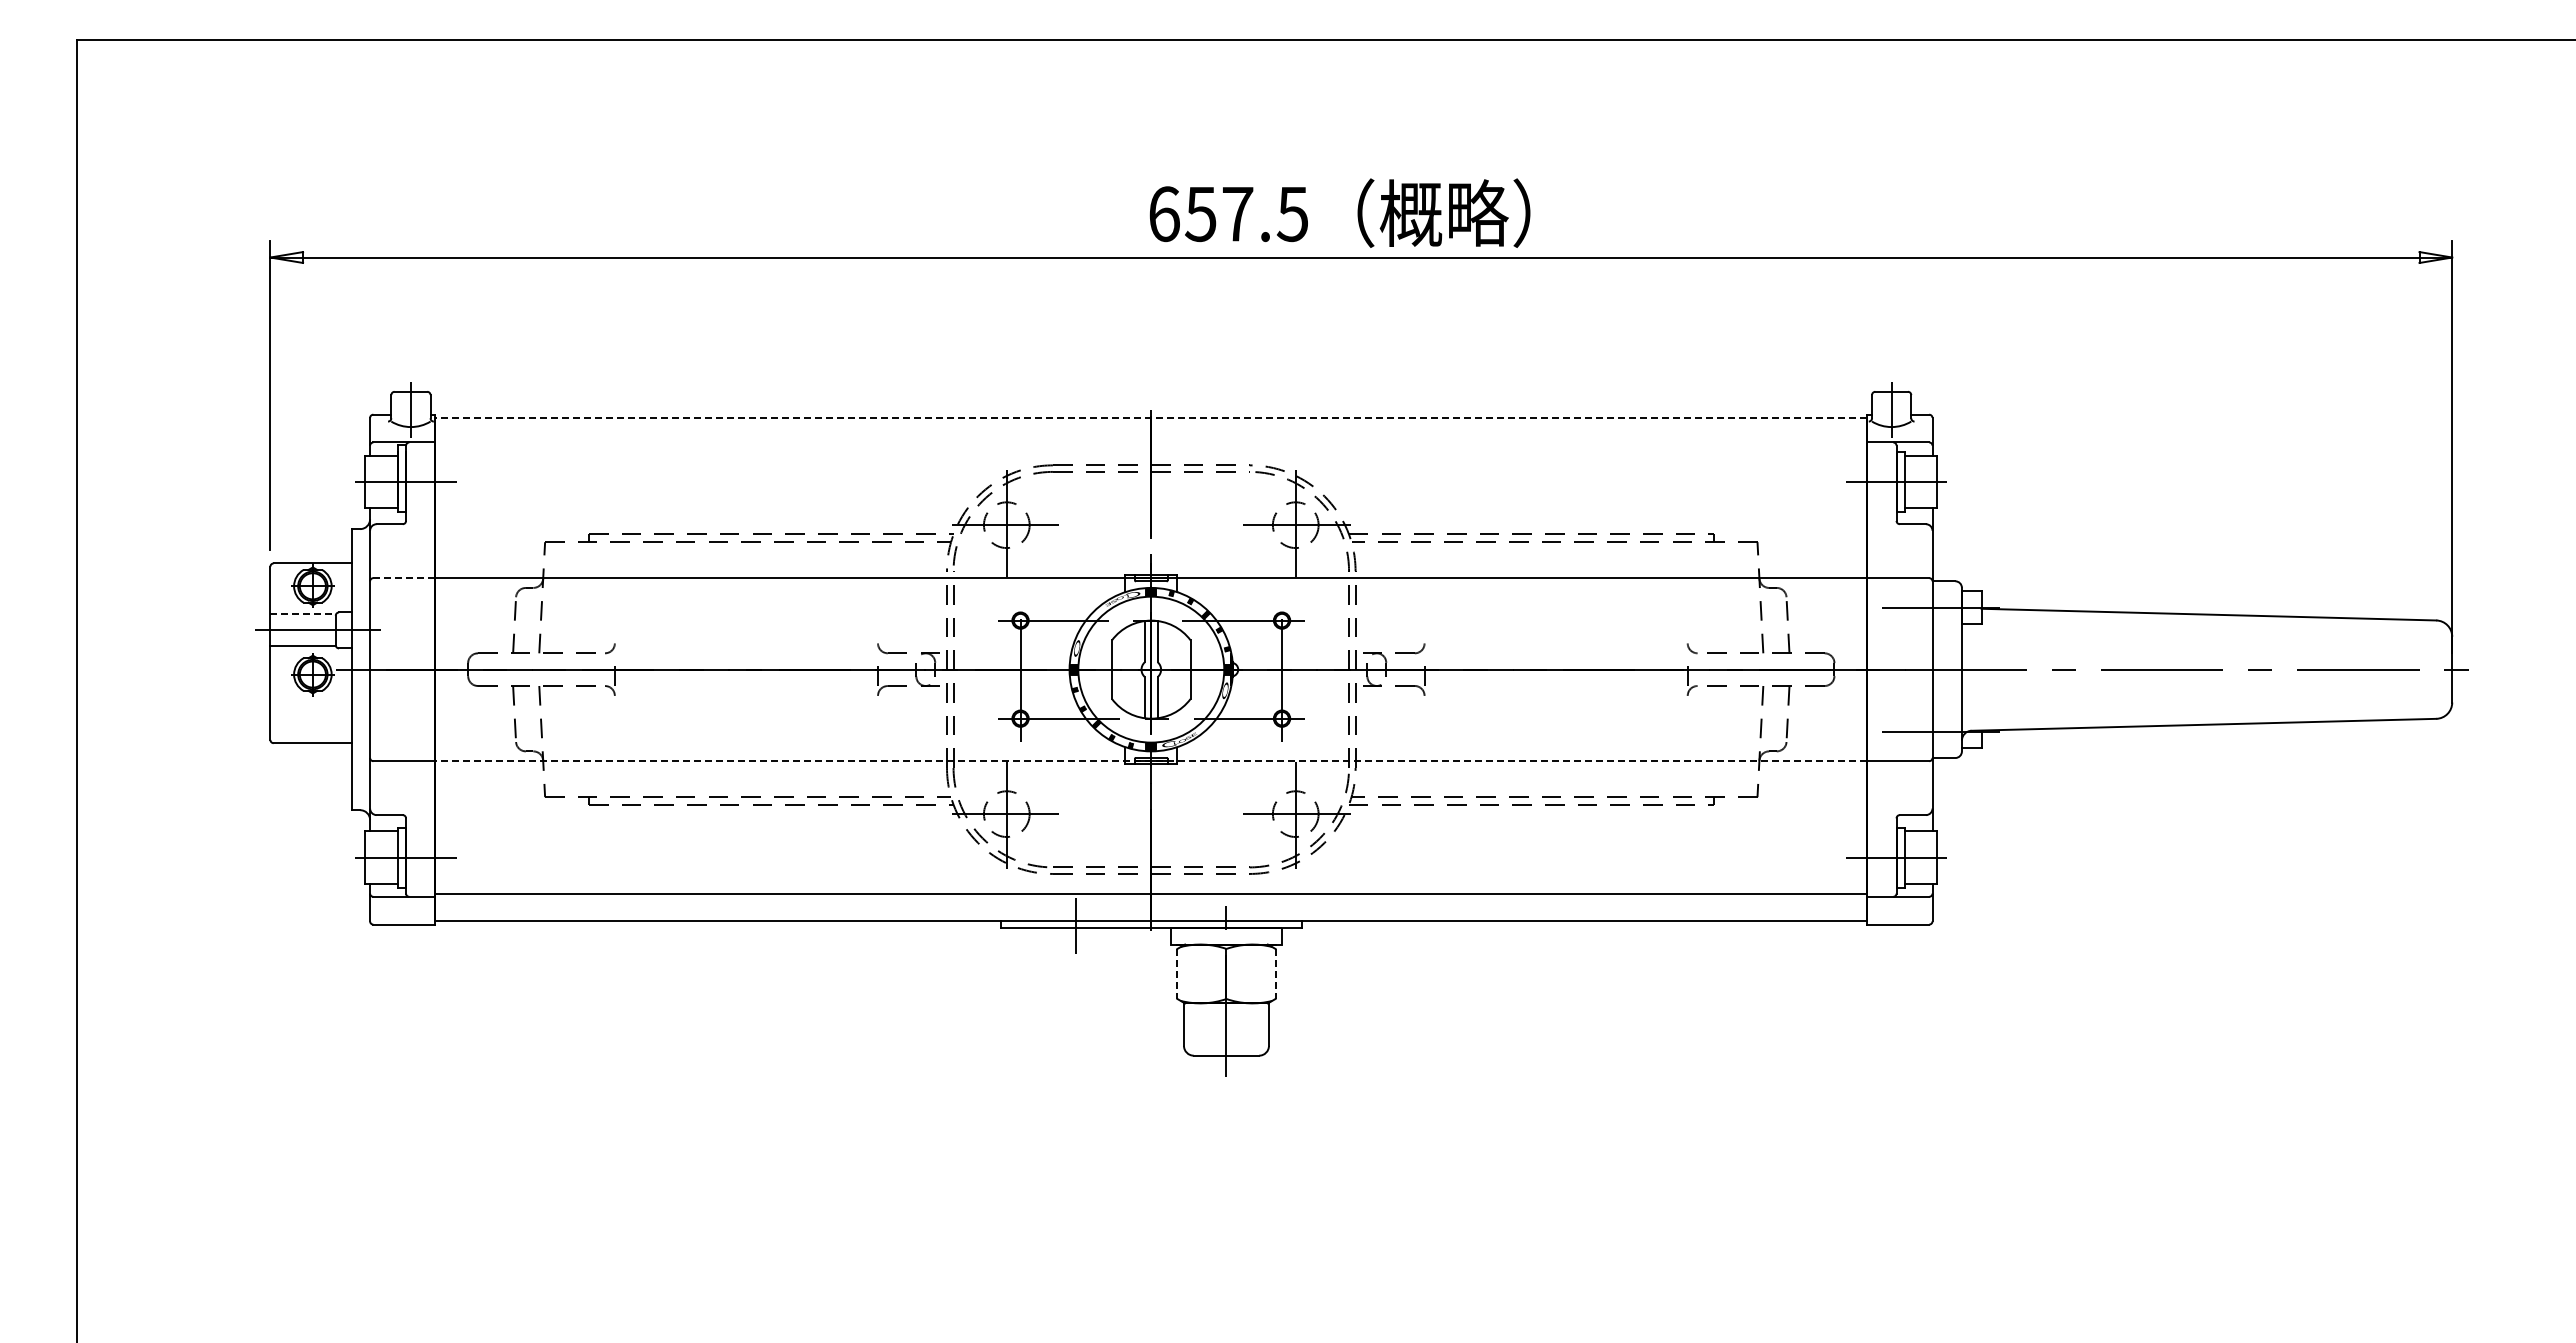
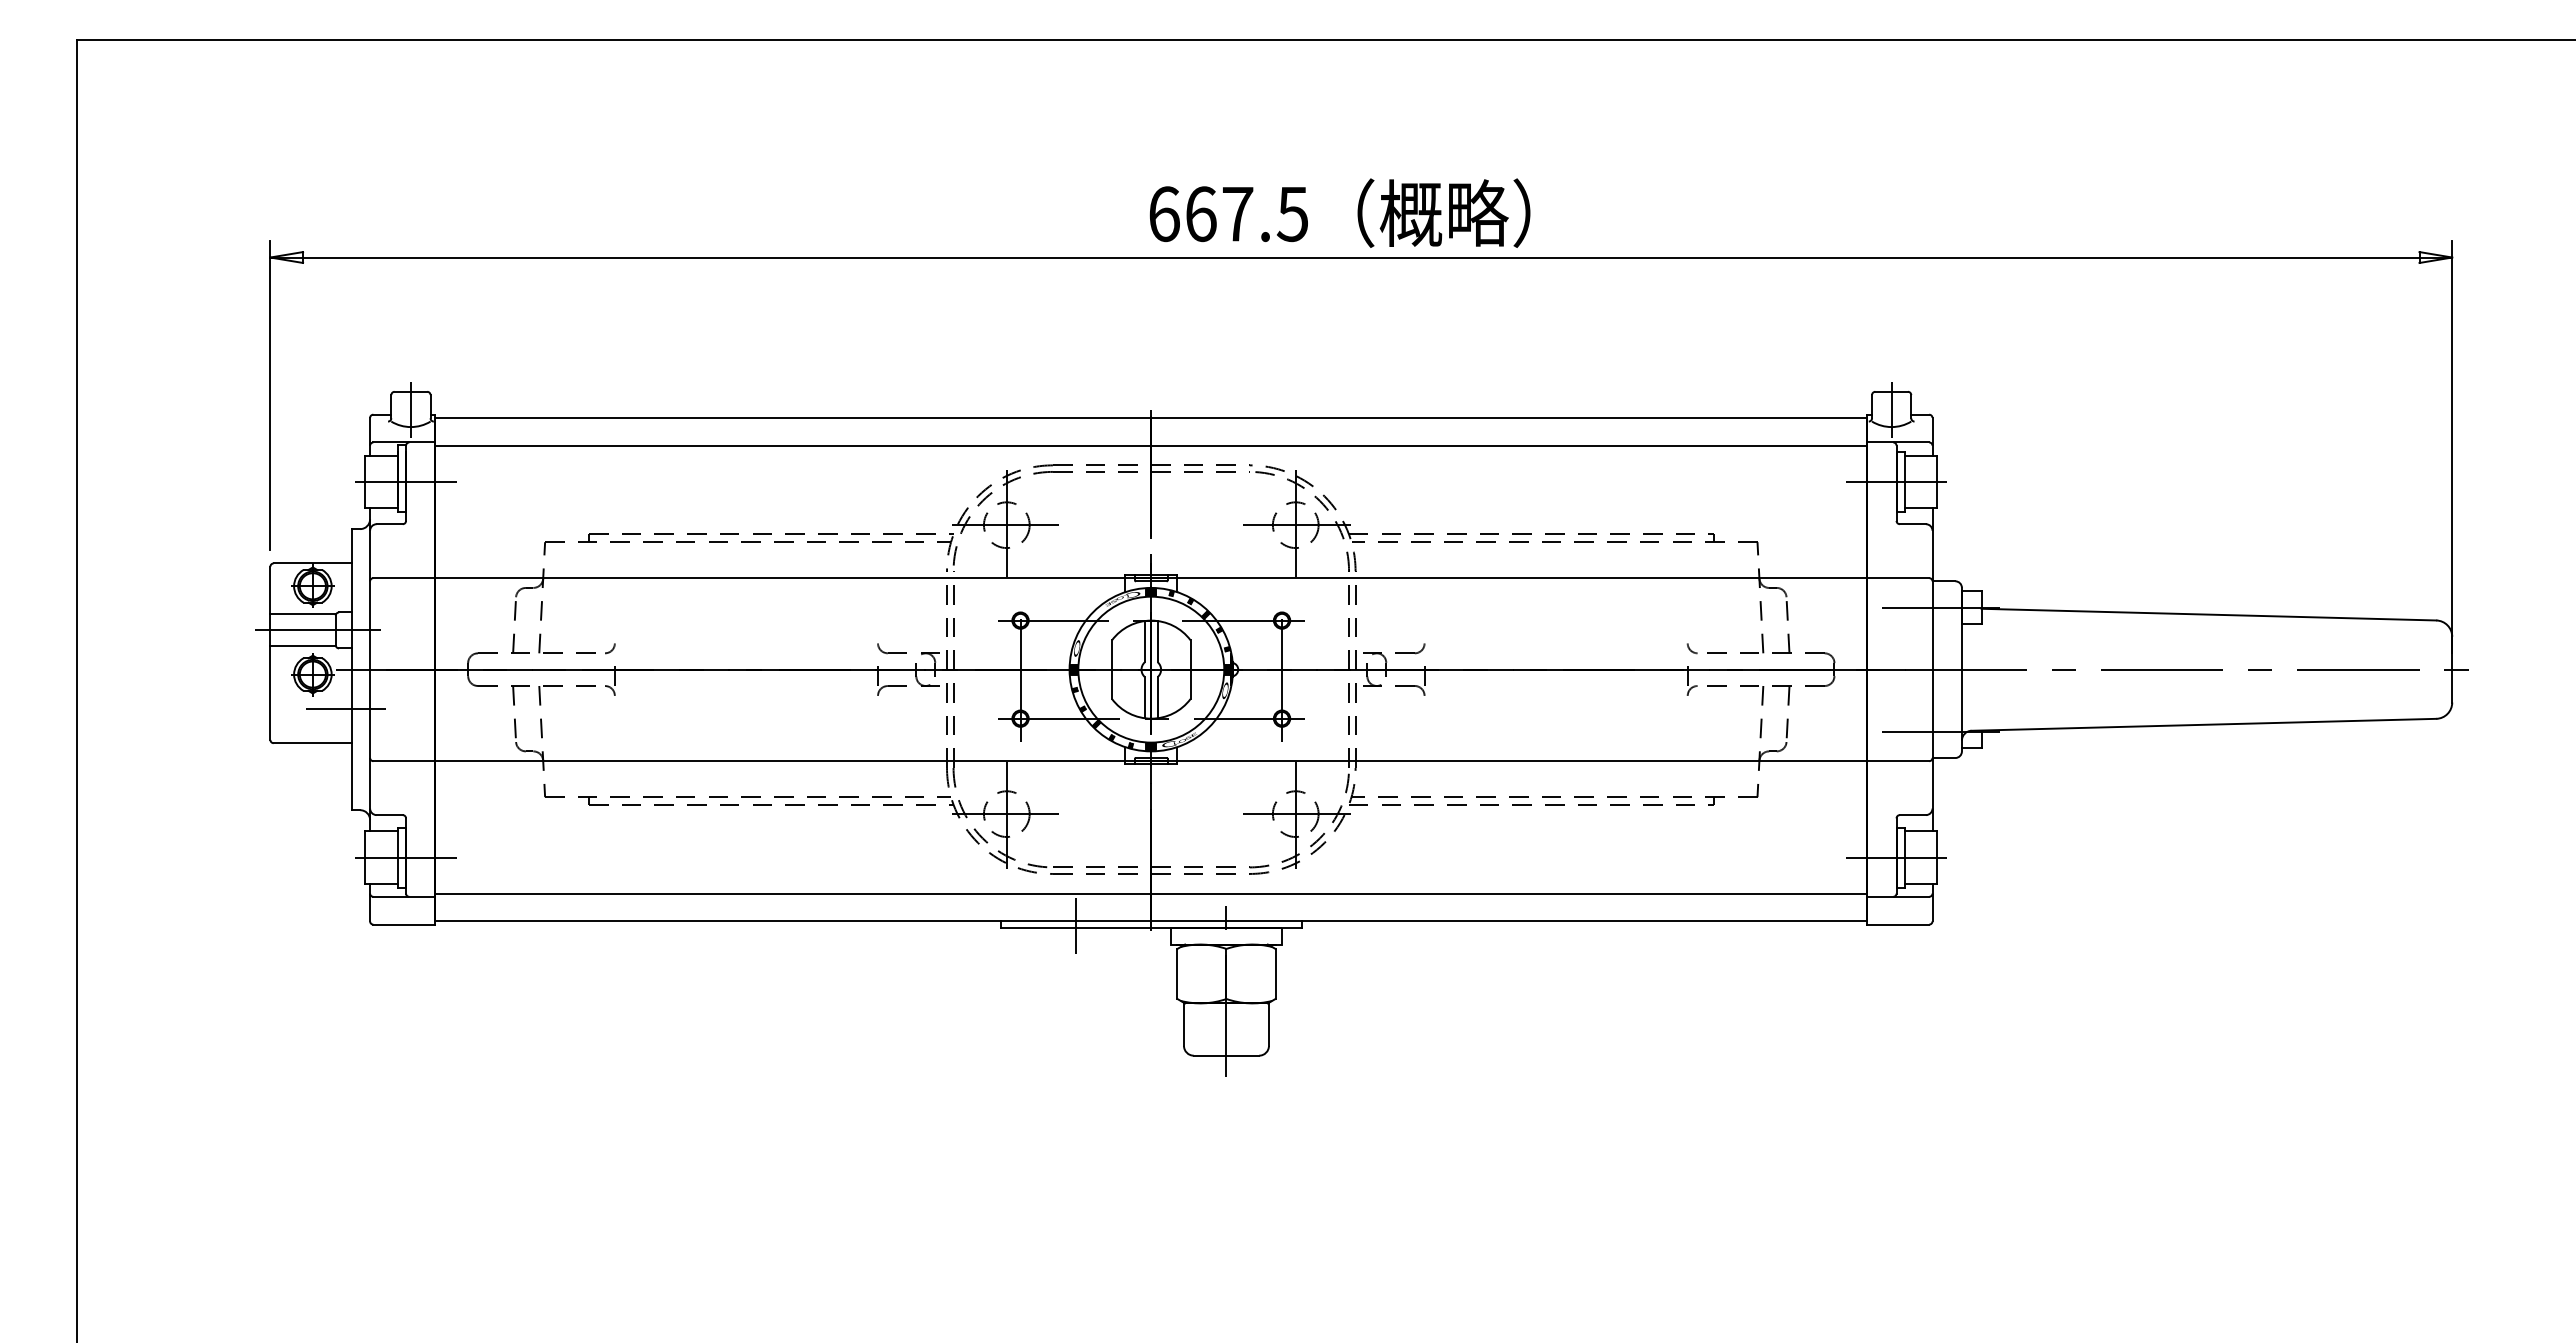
text at (1200, 214): 657.5 -> 667.5
line at (1151, 417): dashed -> solid
line at (1151, 445): none -> present
line at (404, 578): dashed -> solid
line at (303, 614): dashed -> solid
line at (345, 708): none -> present
line at (1151, 761): dashed -> solid
line at (1177, 974): dashed -> solid
line at (1275, 974): dashed -> solid
